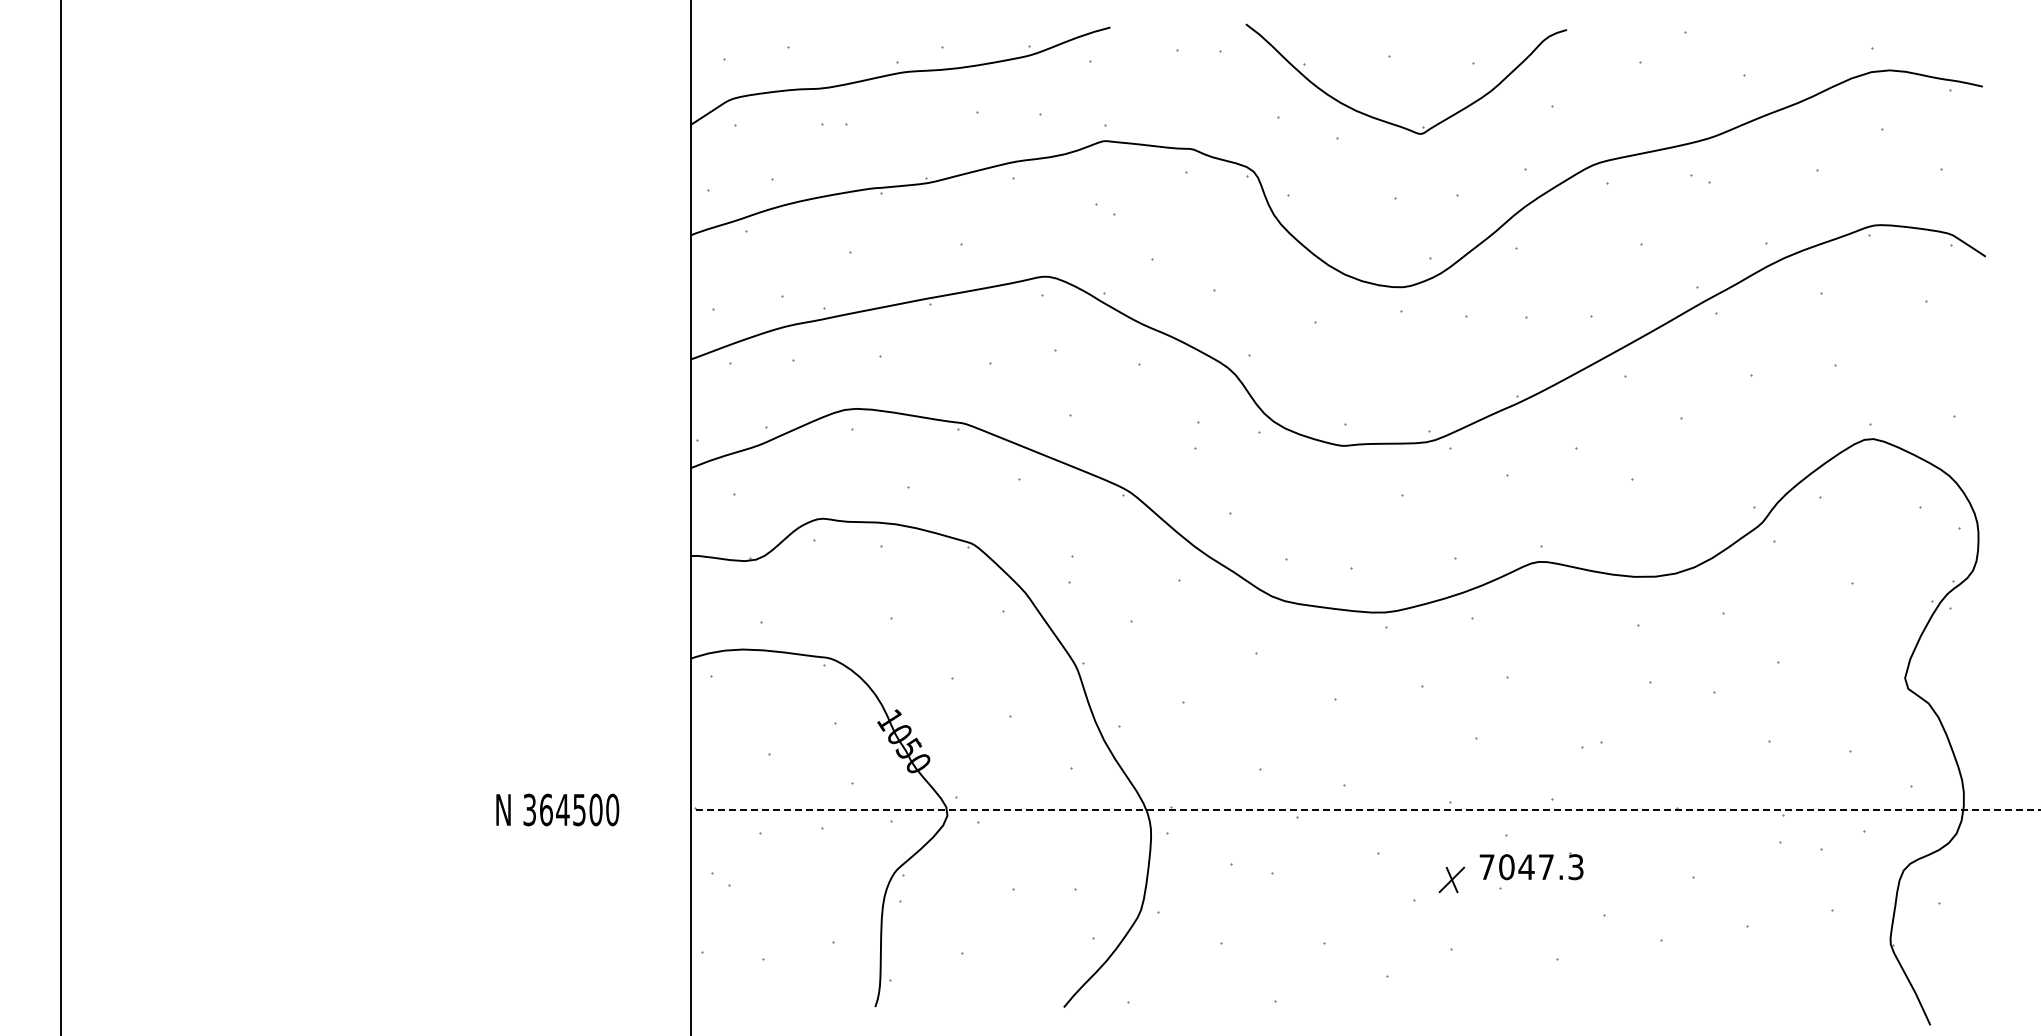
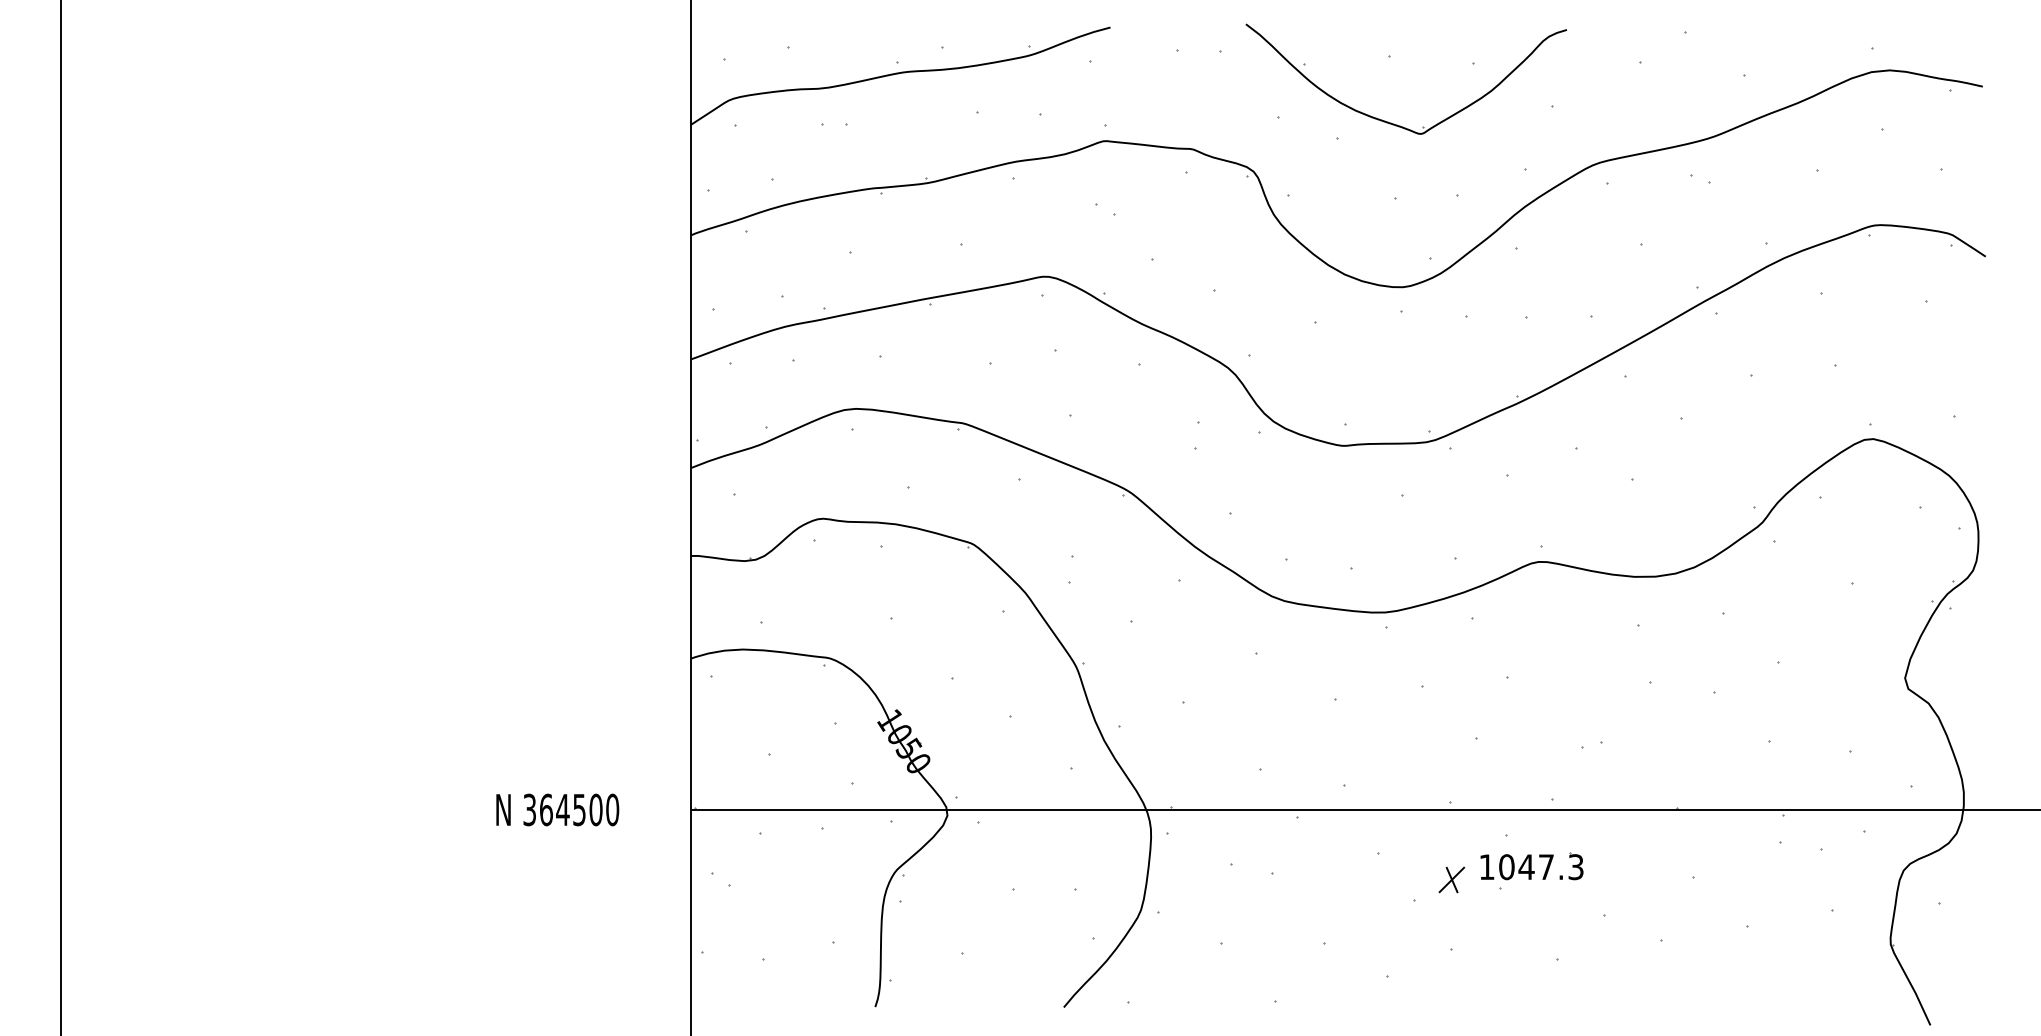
line at (1364, 809): dashed -> solid
text at (1486, 866): 7047.3 -> 1047.3
